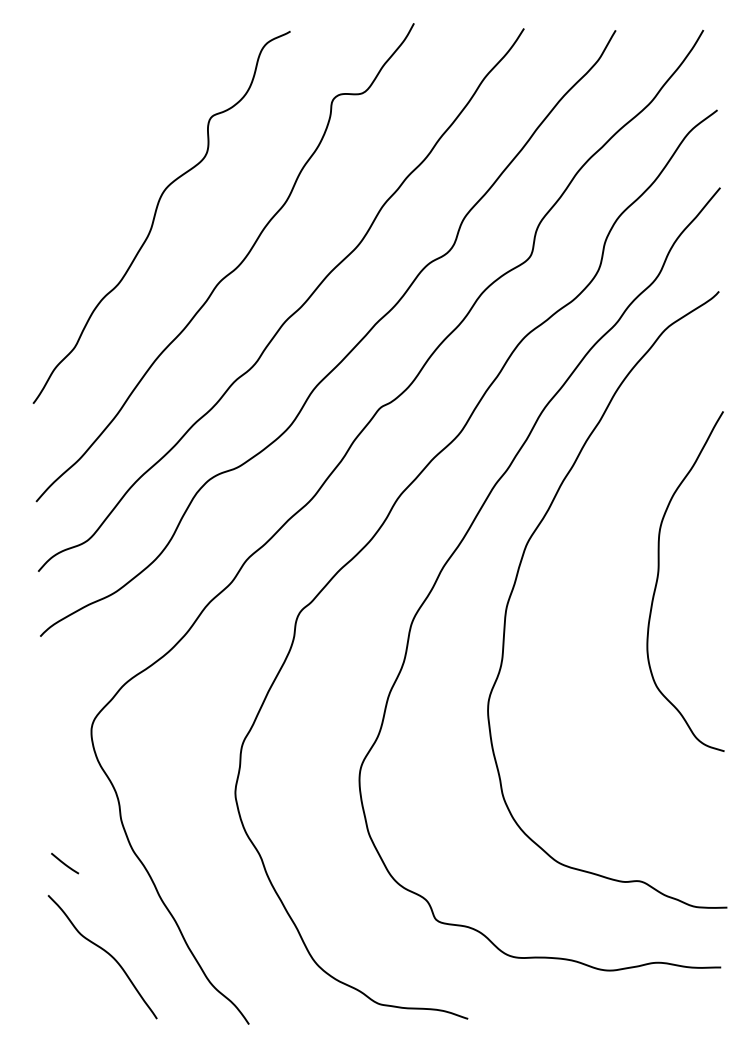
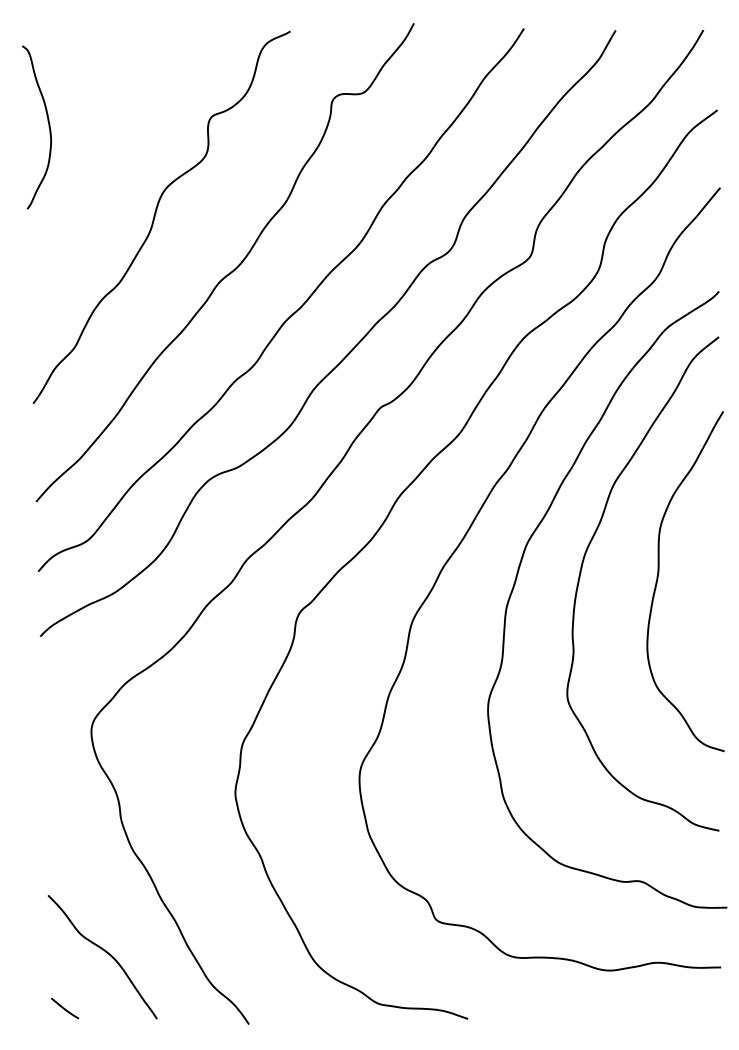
curve at (48, 127): none -> present
curve at (581, 573): none -> present
line at (65, 863) position: (65, 863) -> (65, 1008)
